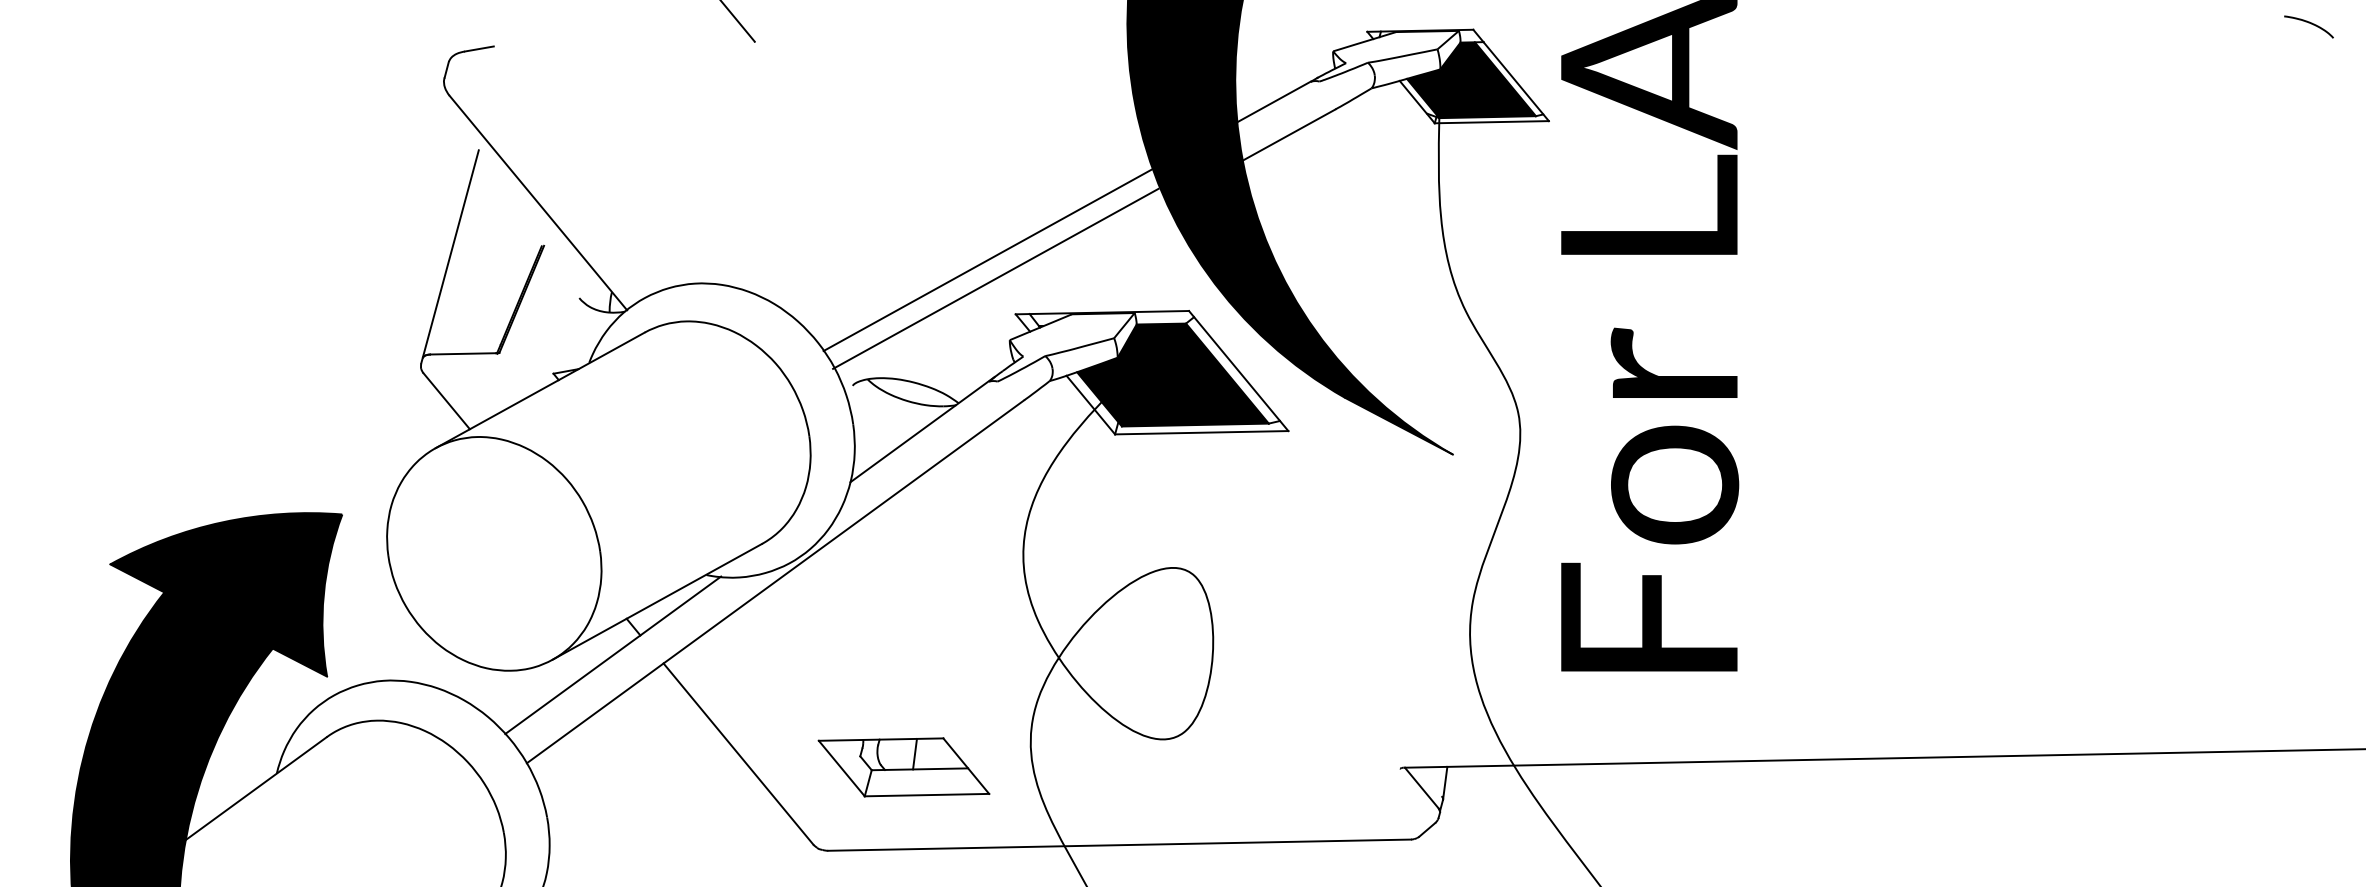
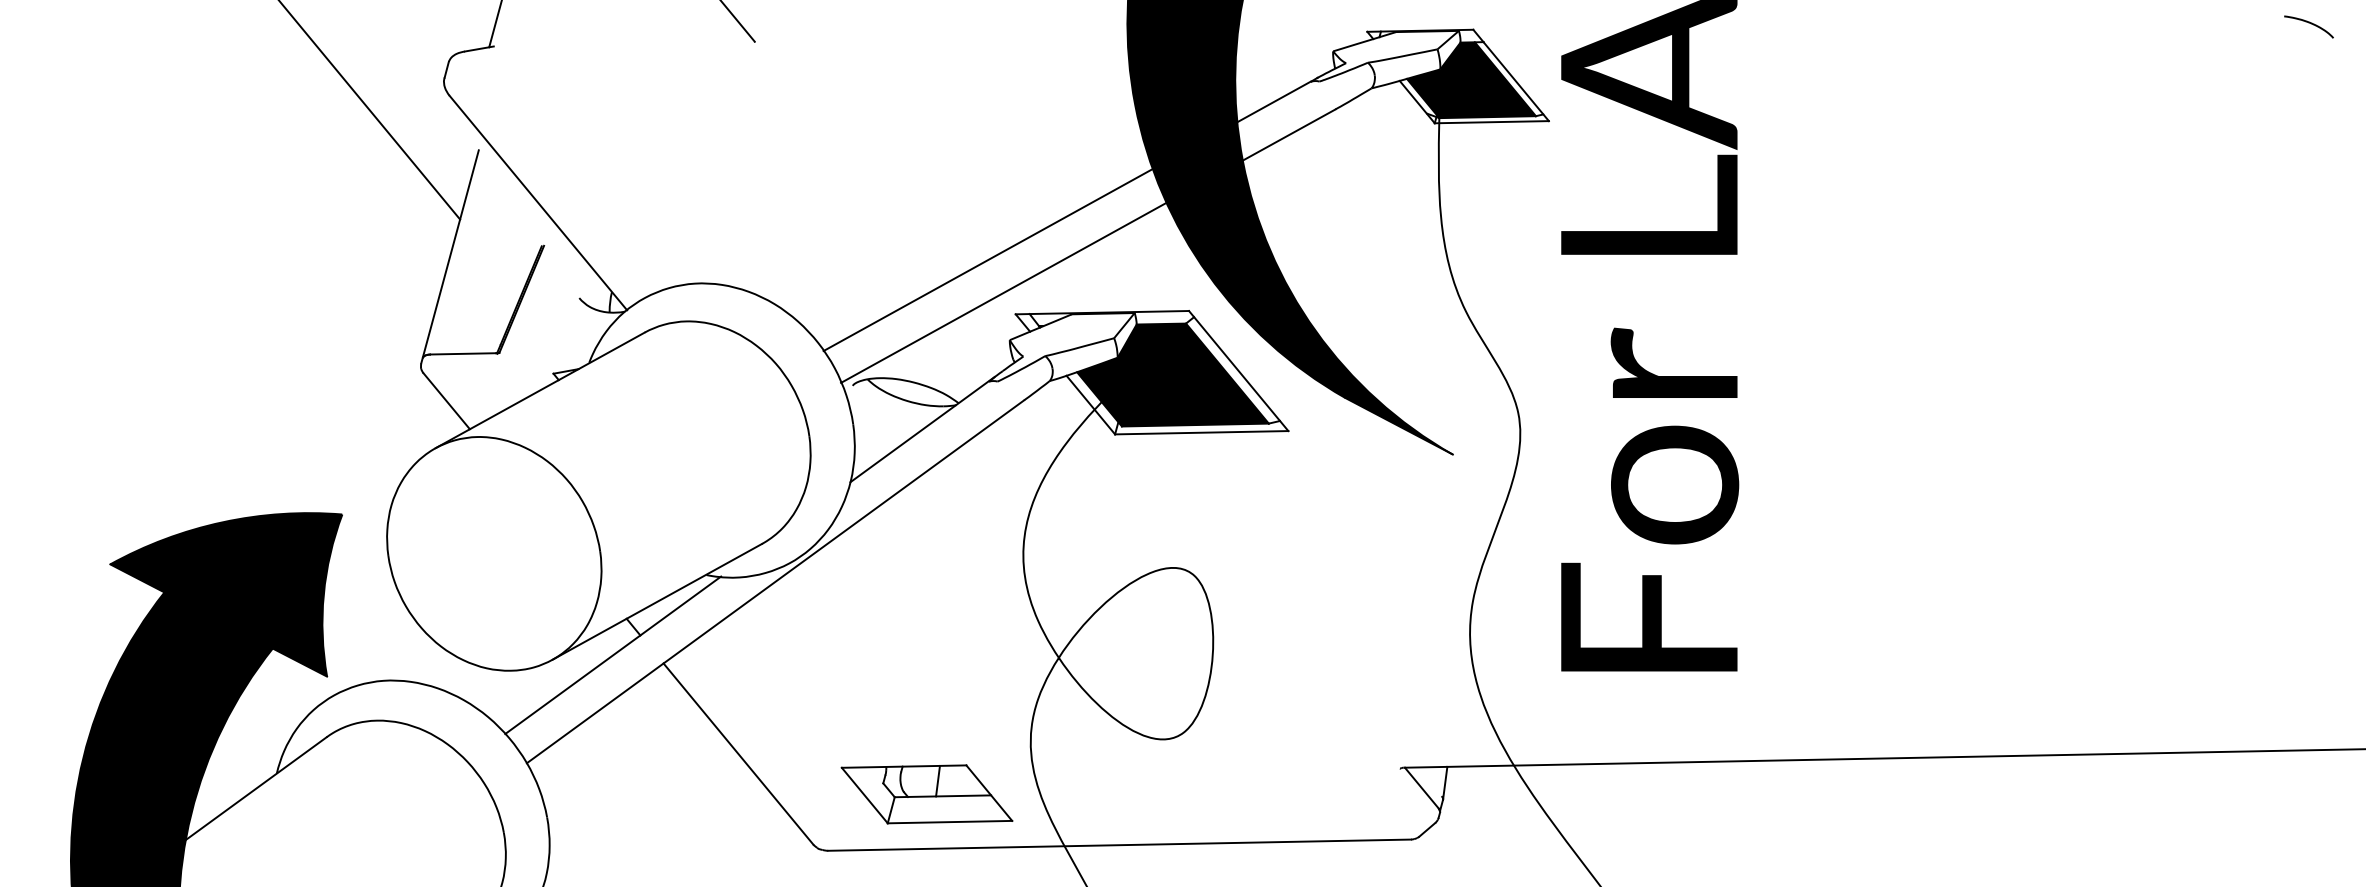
line at (495, 24): none -> present
line at (370, 110): none -> present
line at (995, 278) position: (995, 278) -> (1003, 292)
part at (903, 767) position: (903, 767) -> (926, 794)
